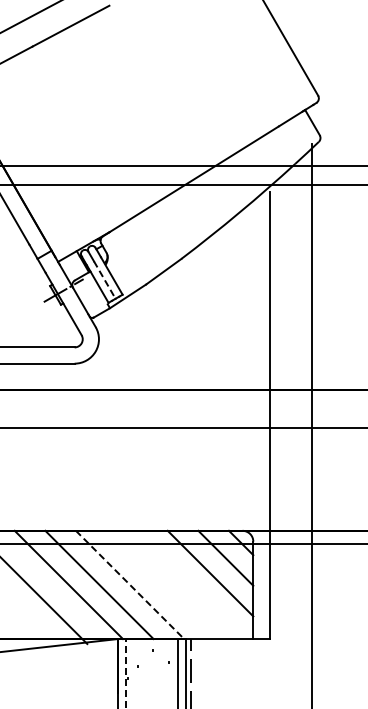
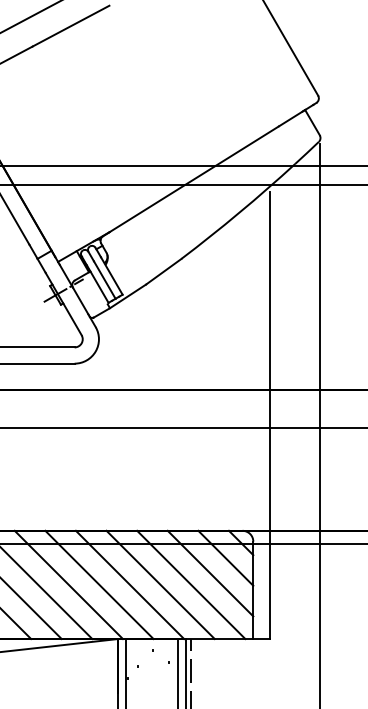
line at (104, 280): dashed -> solid
line at (312, 424) position: (312, 424) -> (320, 424)
line at (130, 584): dashed -> solid
line at (160, 584): none -> present
line at (191, 584): none -> present
line at (44, 601) position: (44, 601) -> (47, 594)
line at (31, 609): none -> present
line at (16, 624): none -> present
line at (126, 674): dashed -> solid
